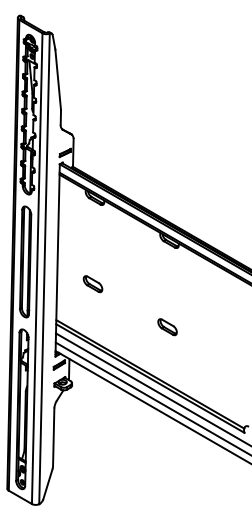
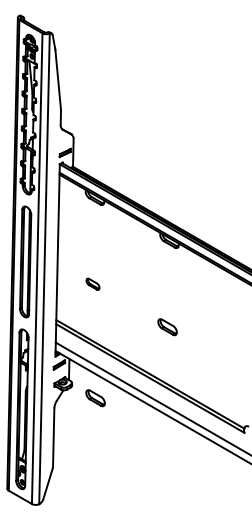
part at (92, 284) size: 22x19 px -> 16x14 px
line at (152, 388): present -> none
part at (95, 398): none -> present
